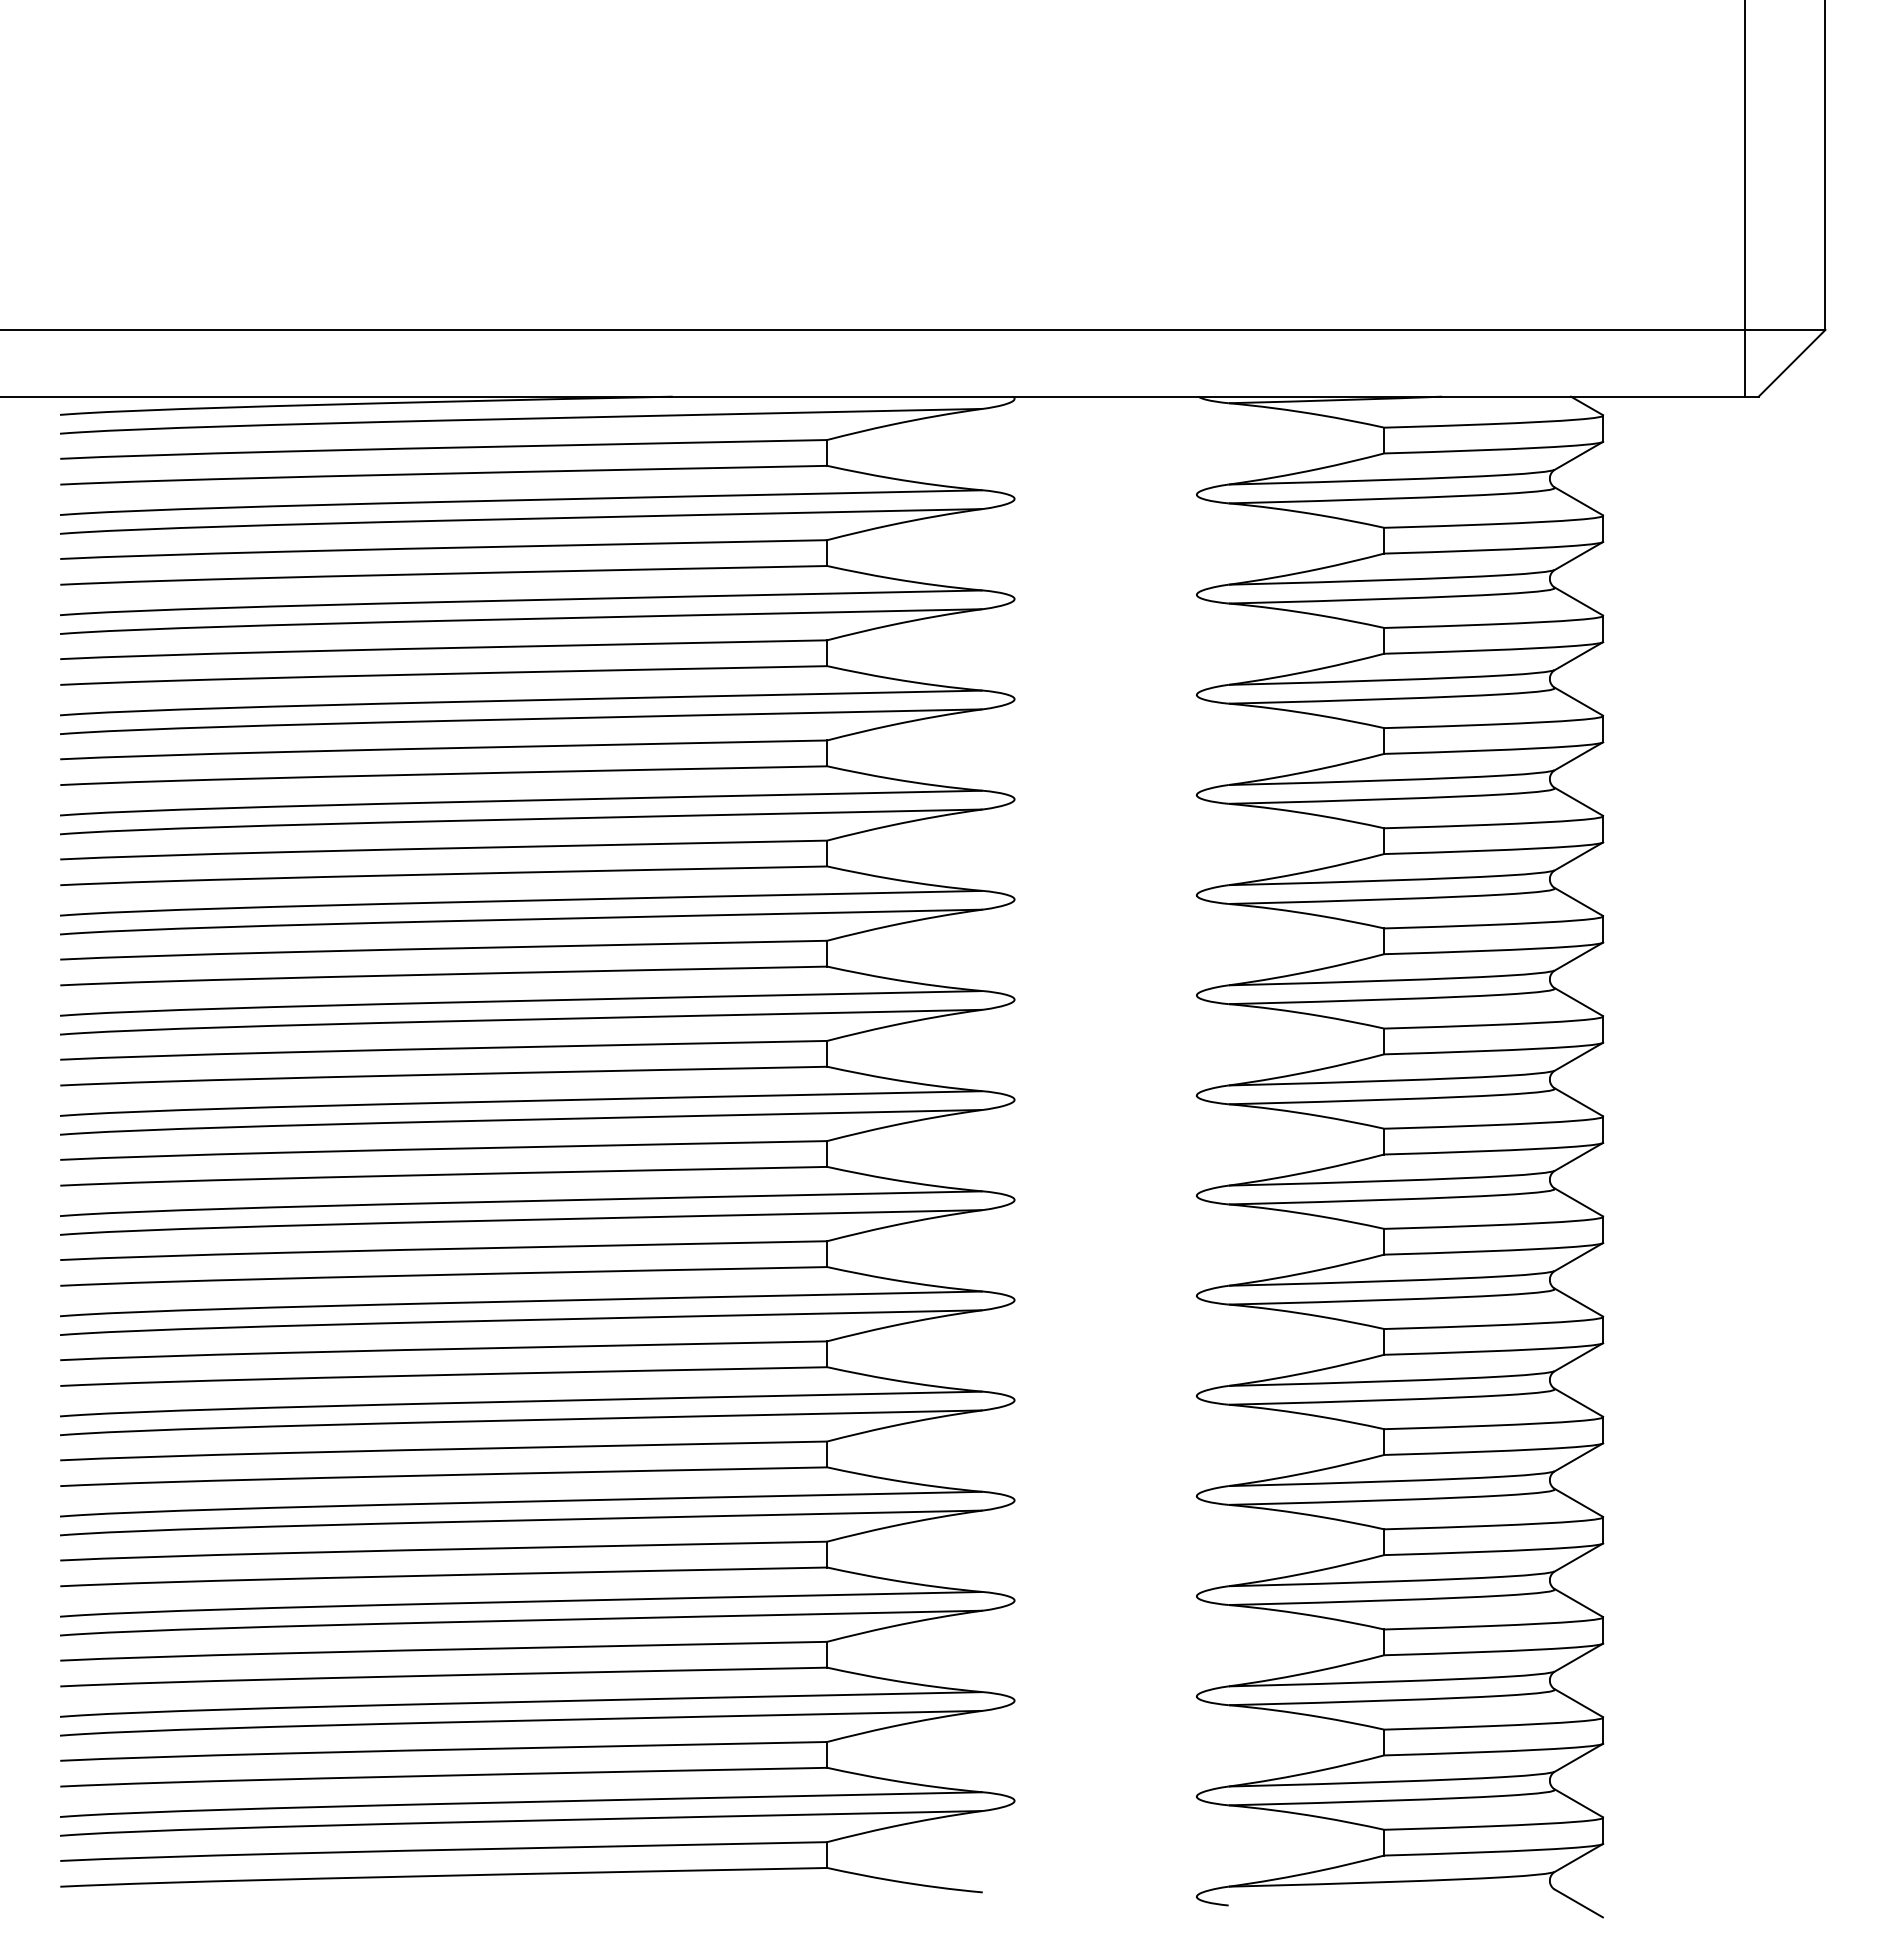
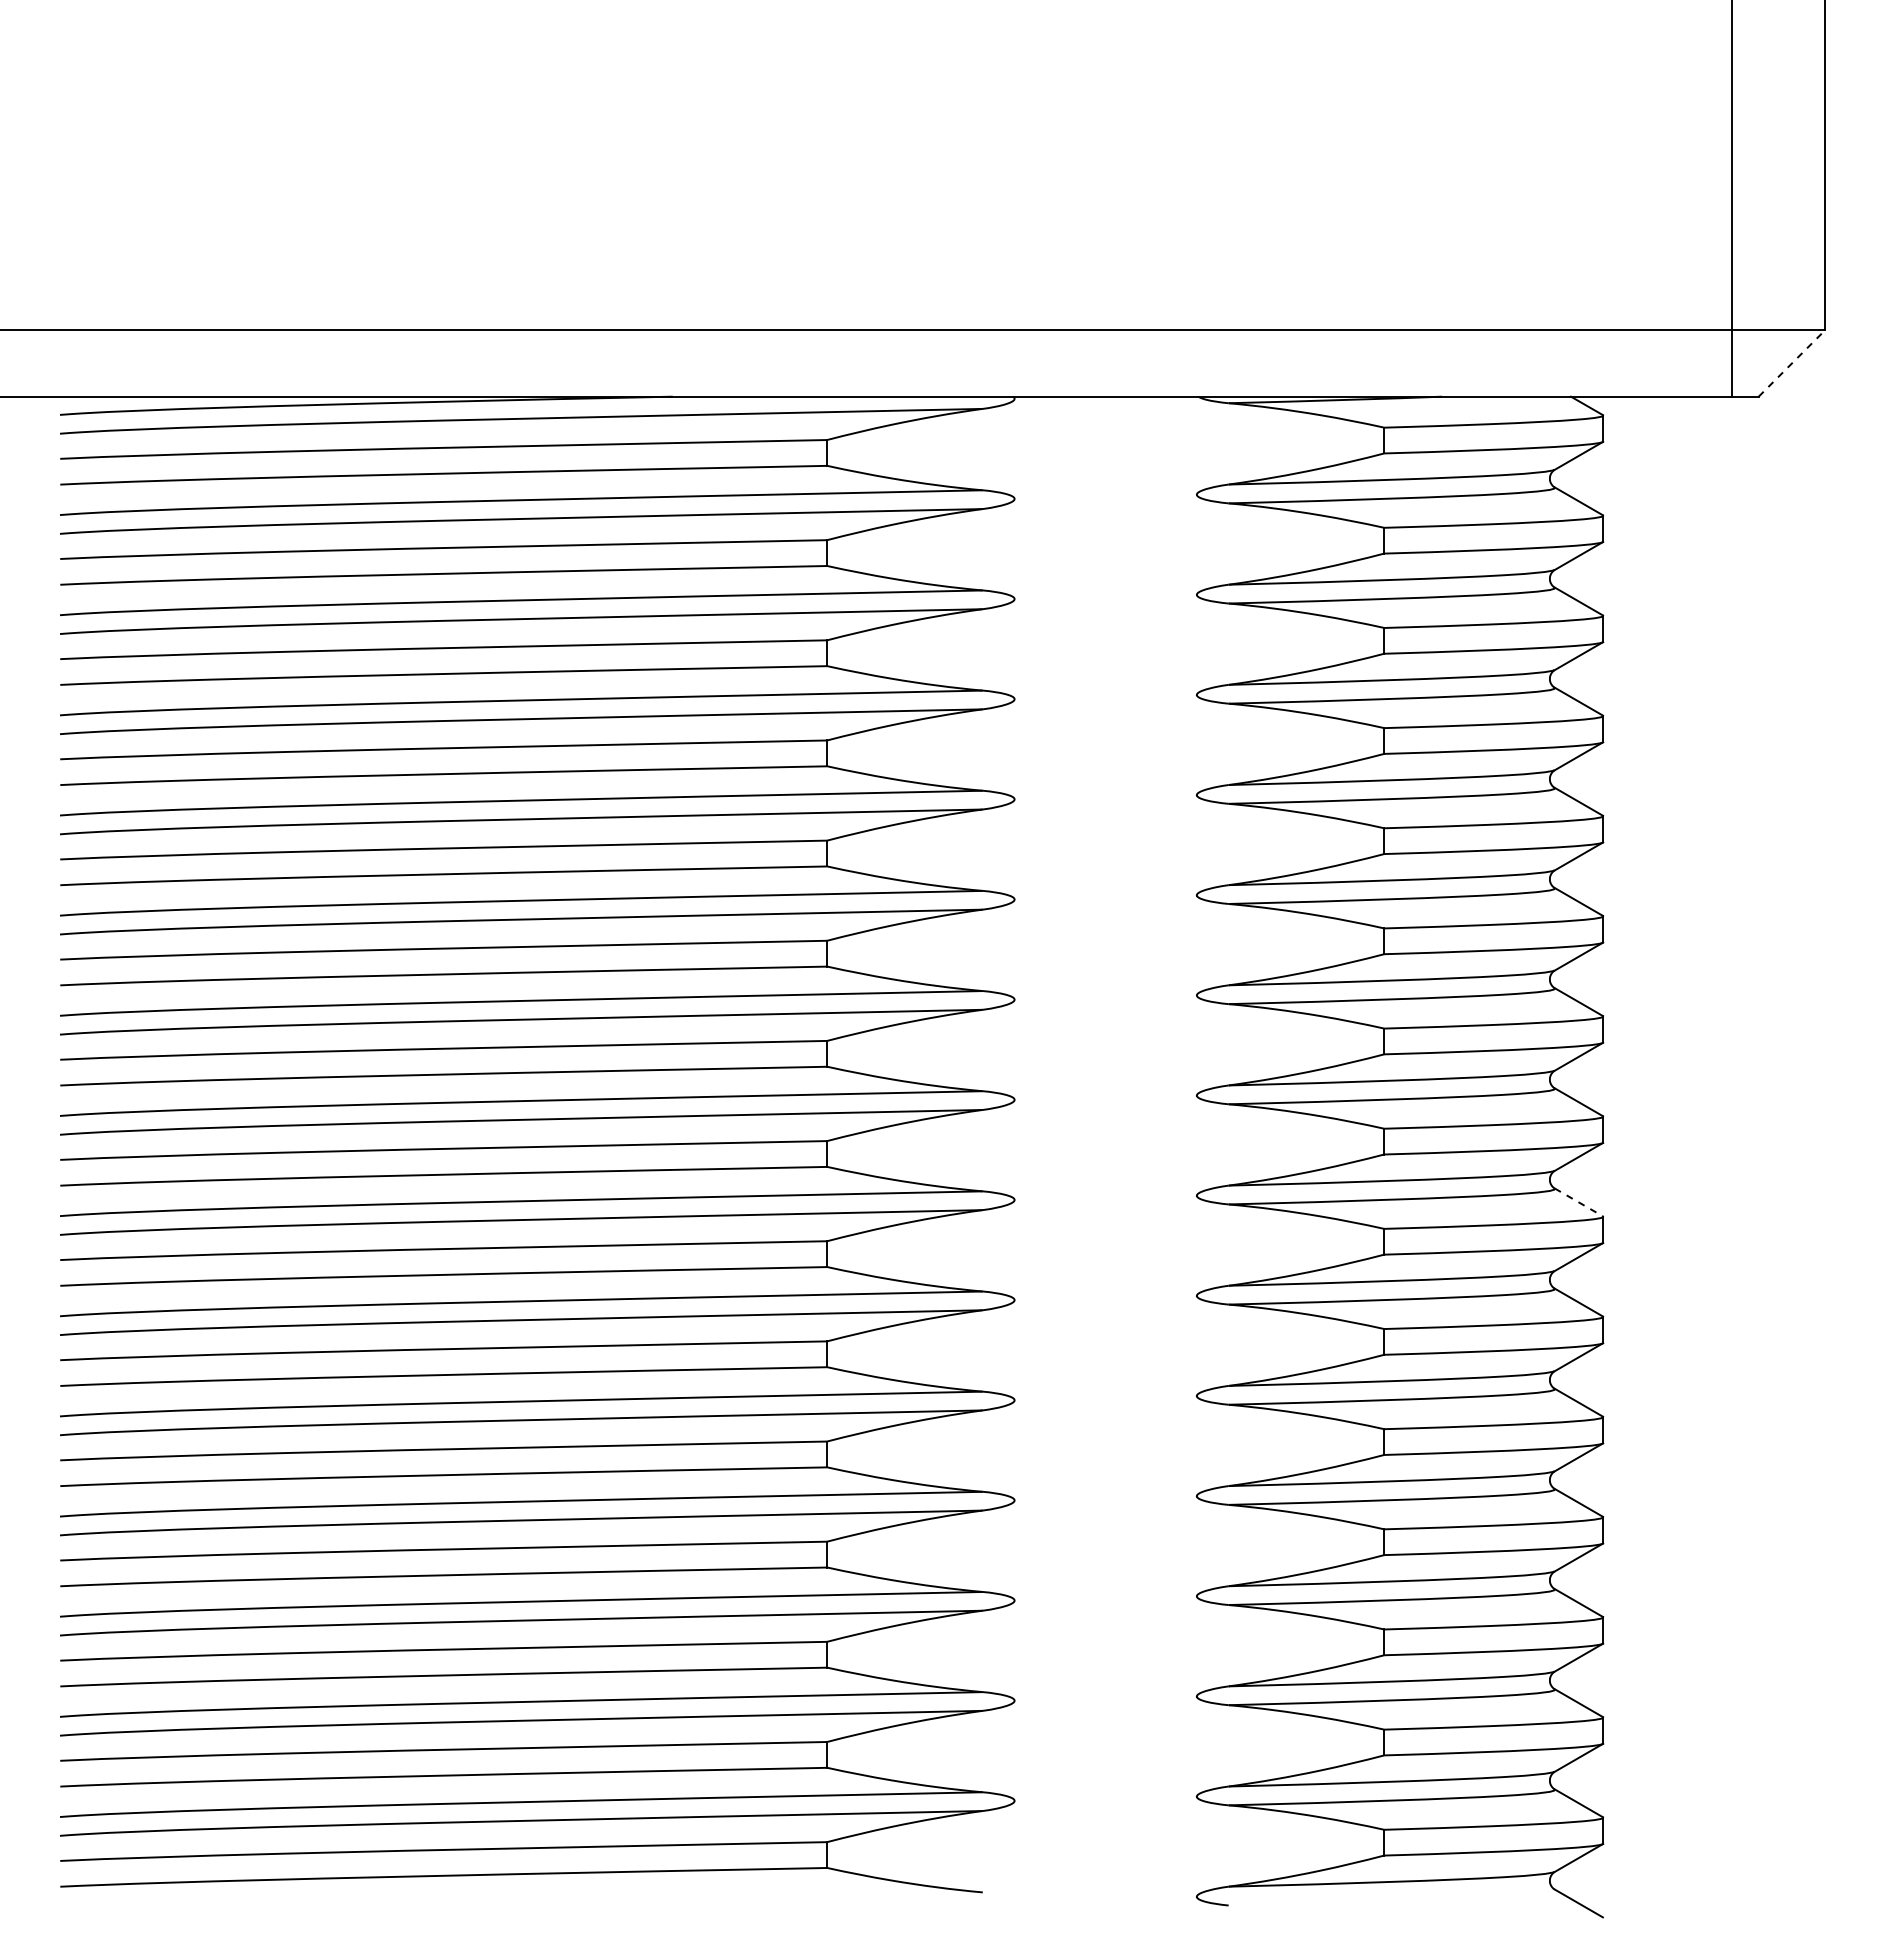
line at (1744, 199) position: (1744, 199) -> (1731, 199)
line at (1792, 362): solid -> dashed
line at (1578, 1202): solid -> dashed
